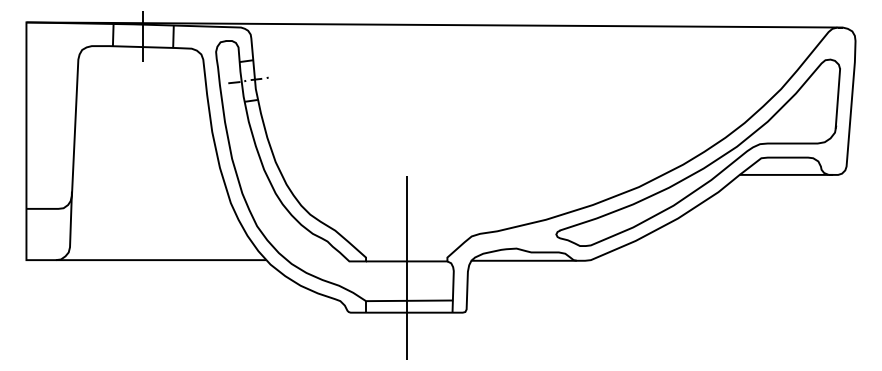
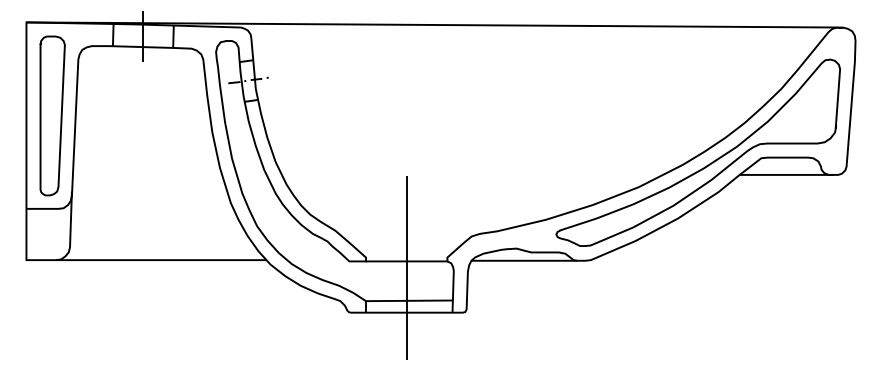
curve at (60, 115): none -> present
